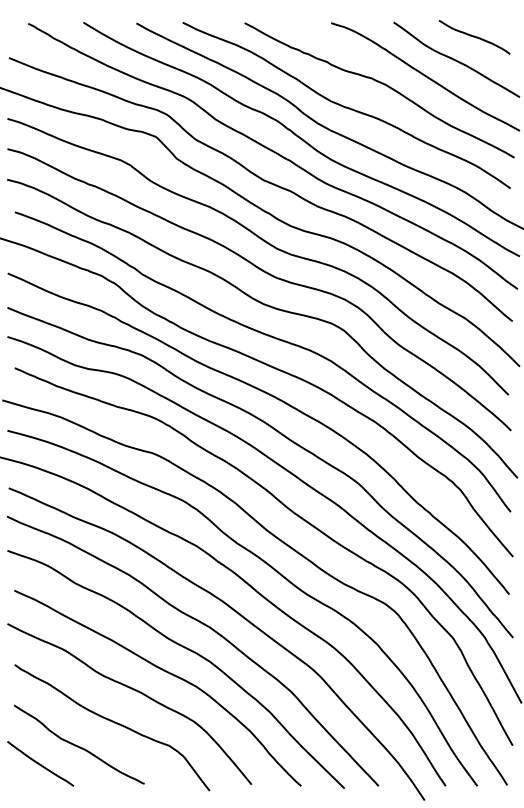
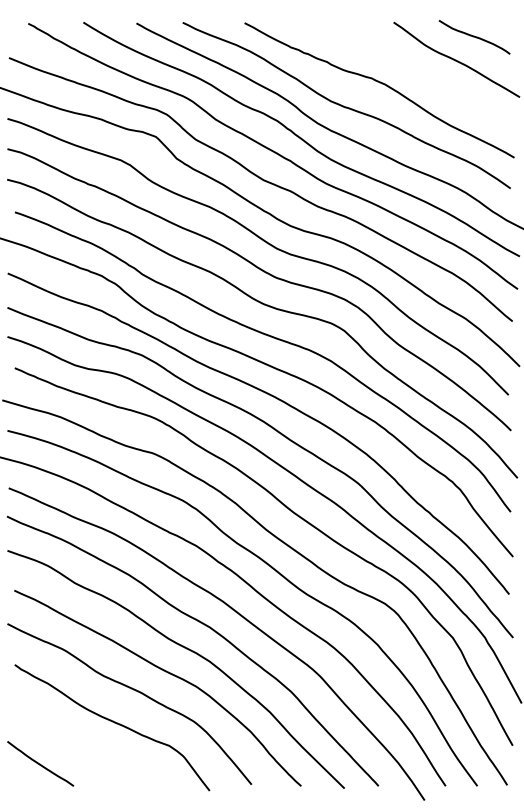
curve at (425, 76): present -> none
curve at (78, 745): present -> none
